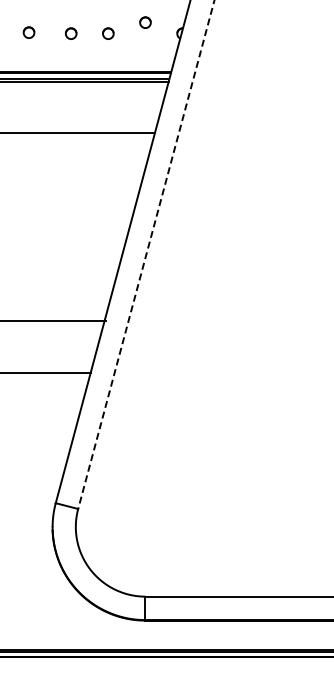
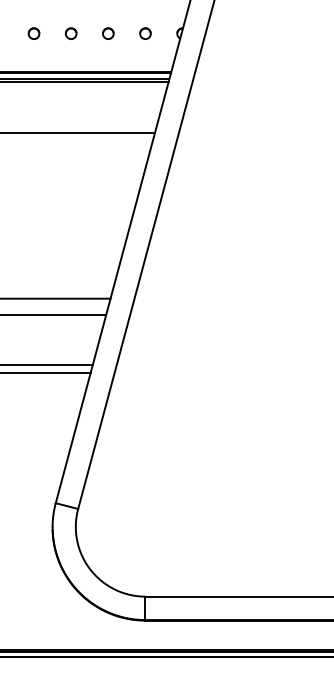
part at (145, 22) position: (145, 22) -> (145, 33)
part at (28, 32) position: (28, 32) -> (33, 33)
line at (146, 255): dashed -> solid
line at (56, 298): none -> present
line at (54, 320) position: (54, 320) -> (54, 314)
line at (47, 364): none -> present
